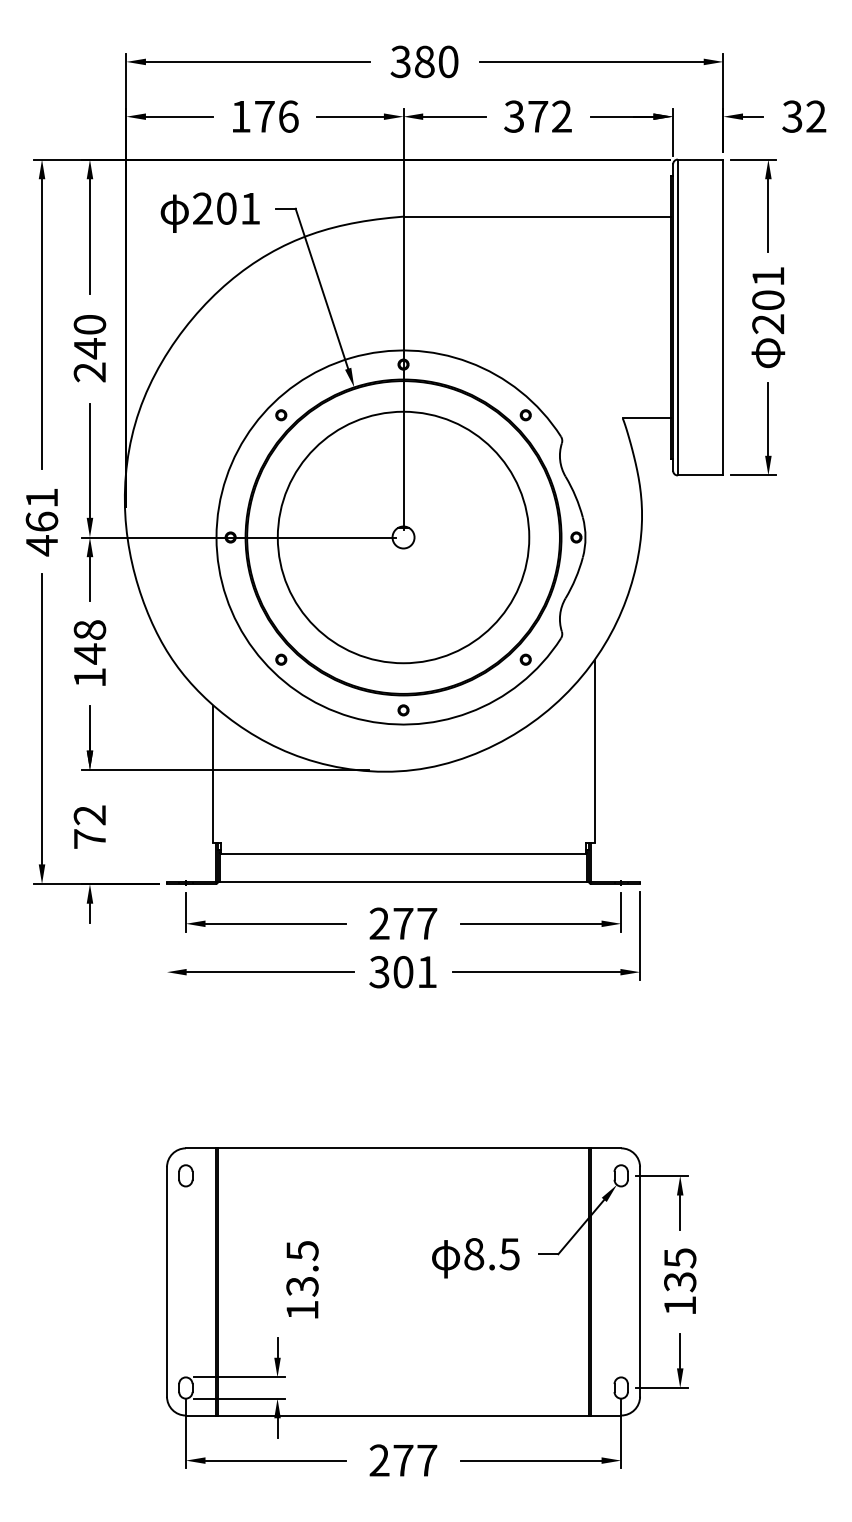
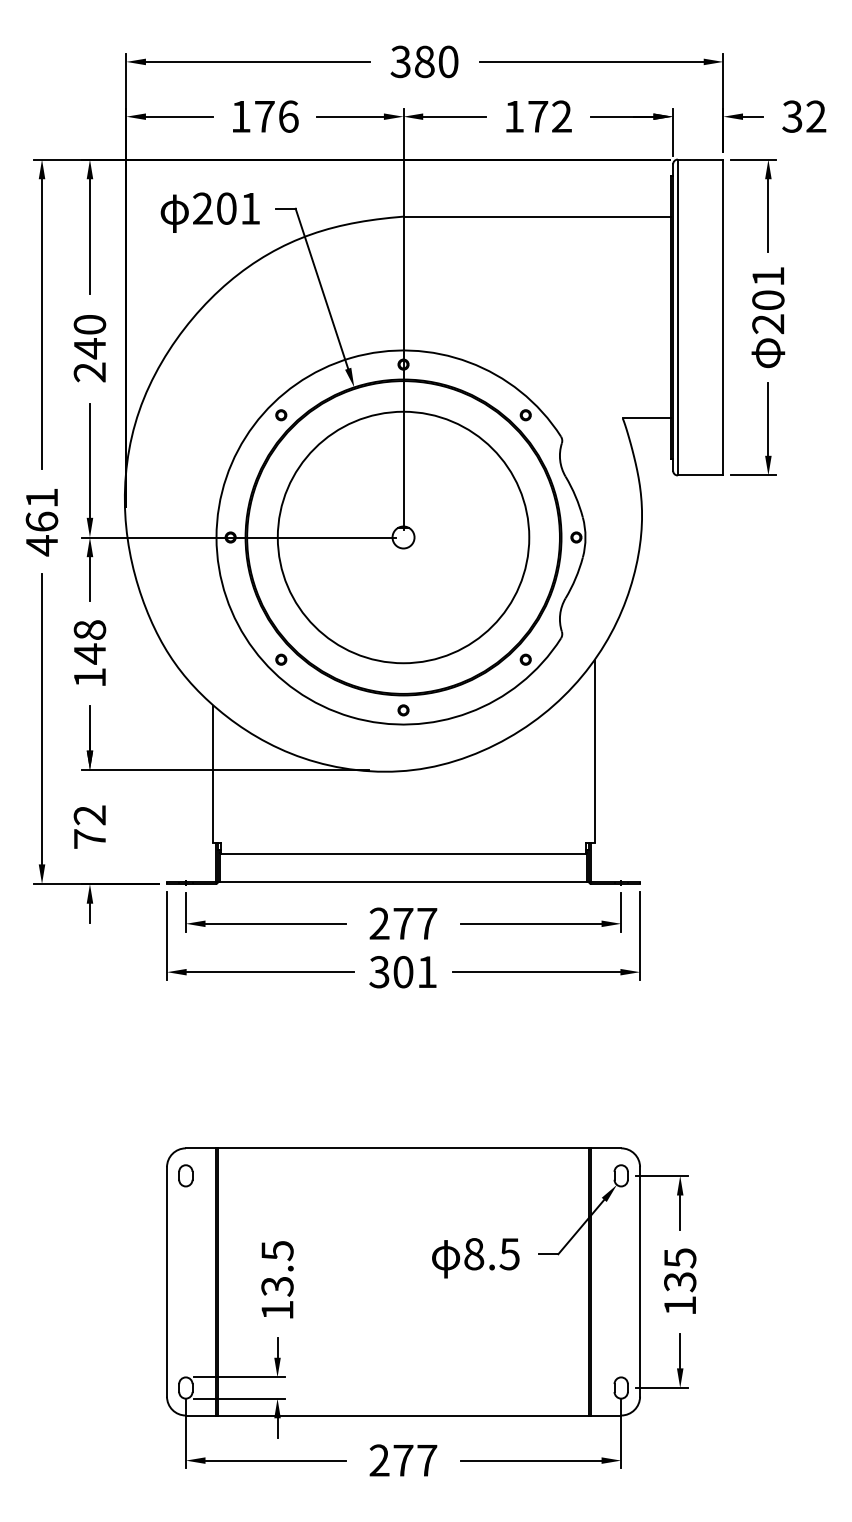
text at (513, 116): 372 -> 172
line at (167, 935): none -> present
text at (302, 1279) position: (302, 1279) -> (277, 1279)
